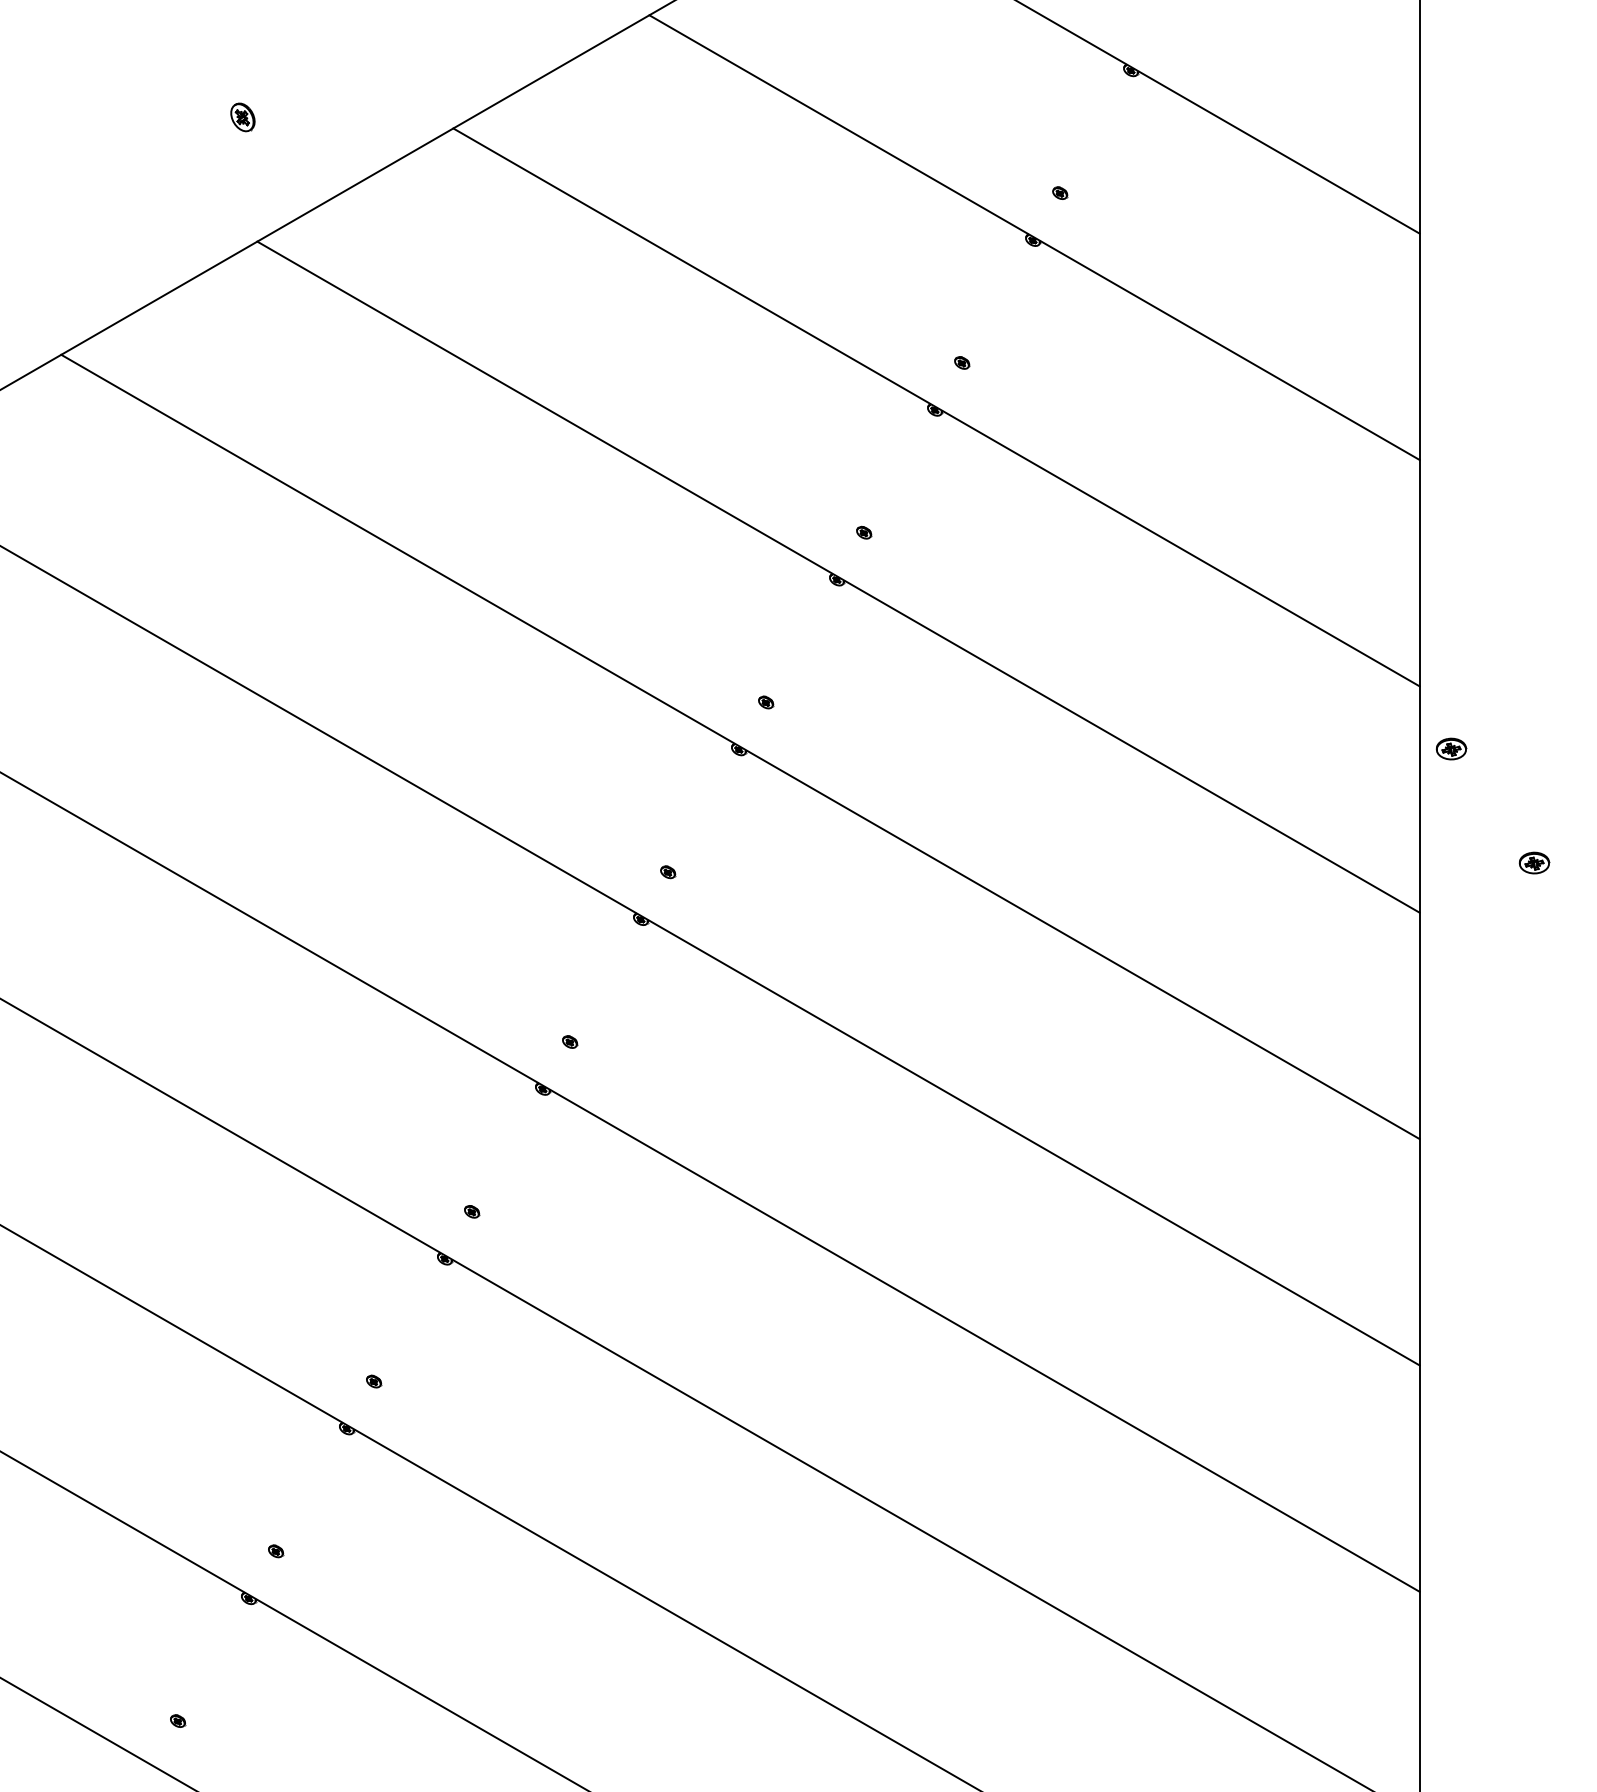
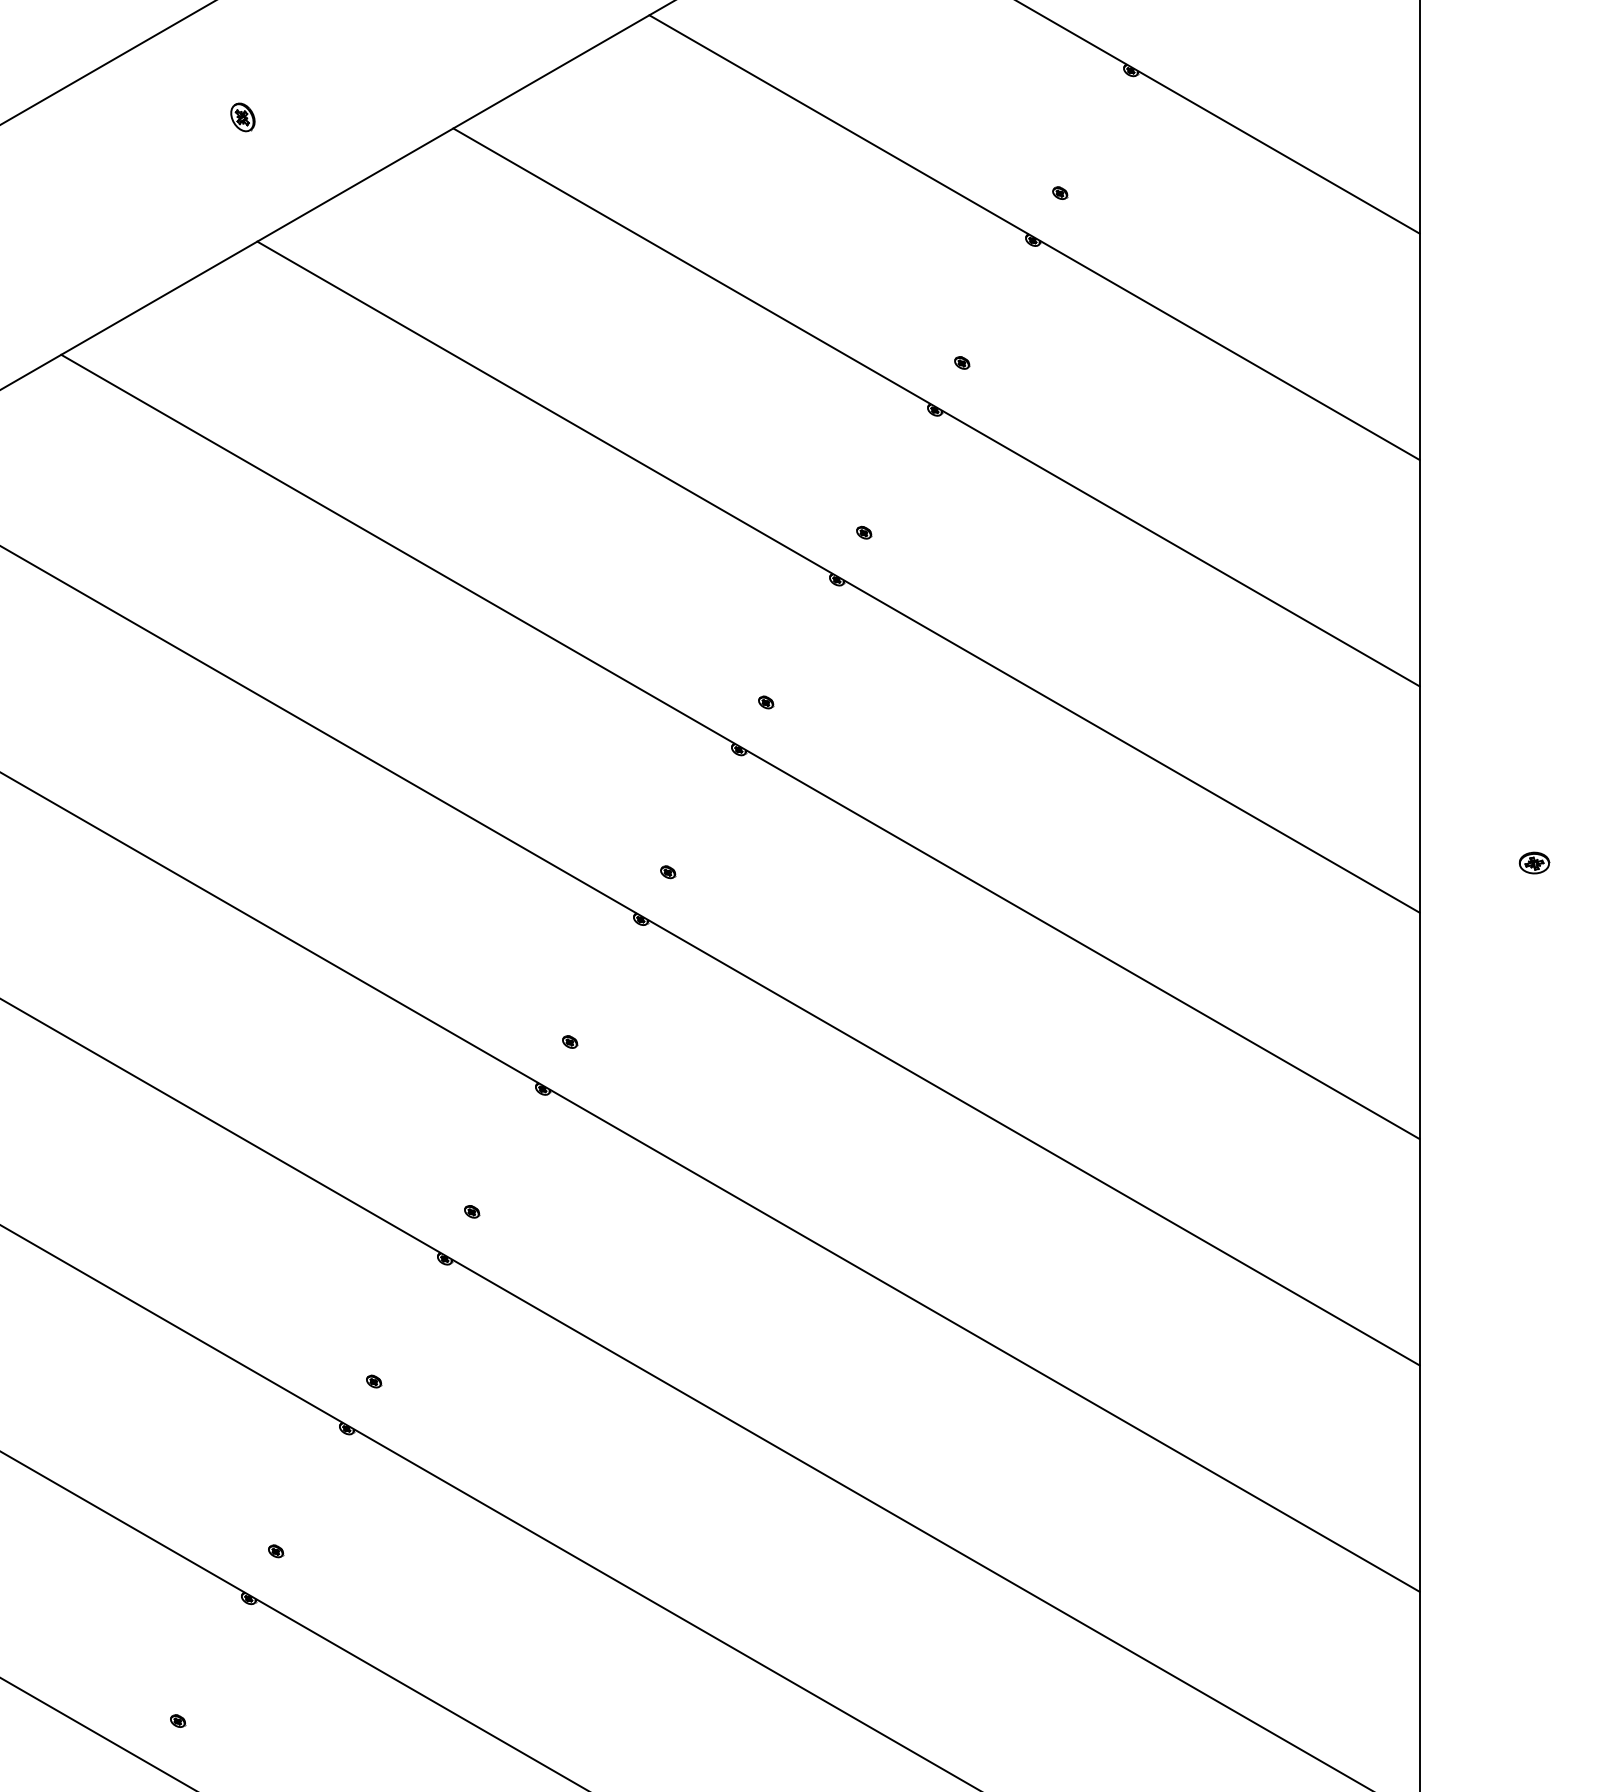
line at (107, 62): none -> present
part at (1451, 748): present -> none
